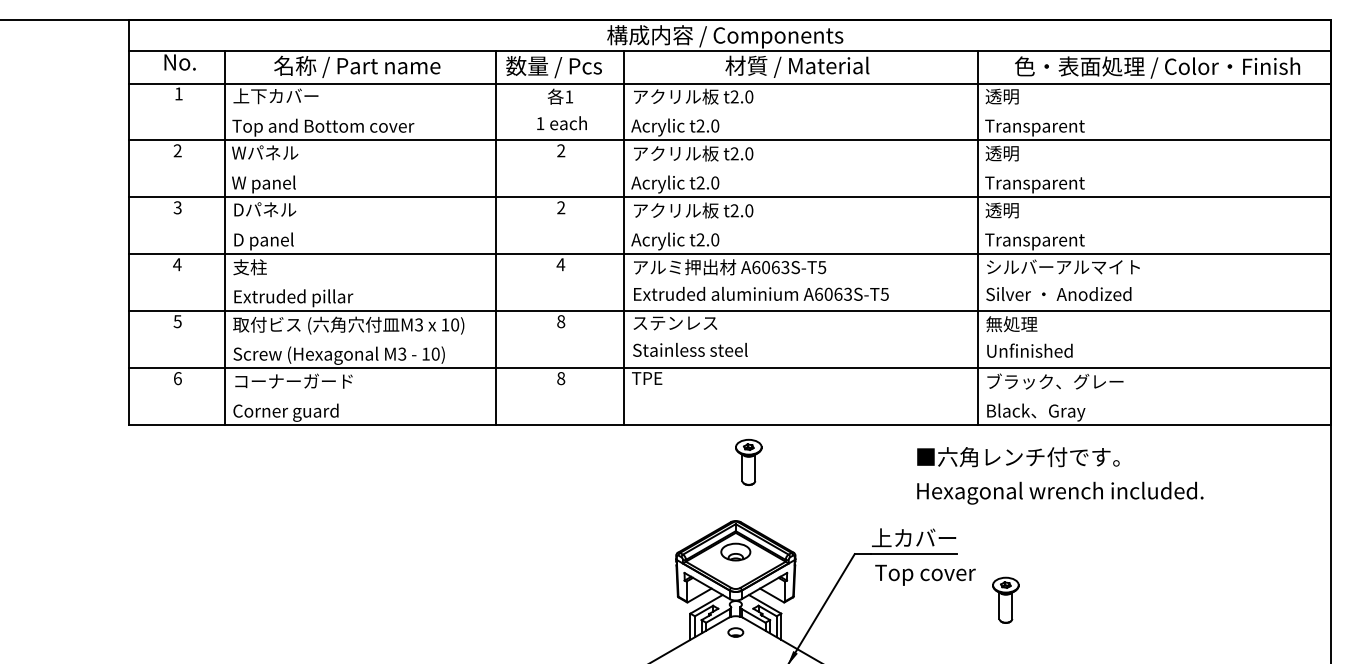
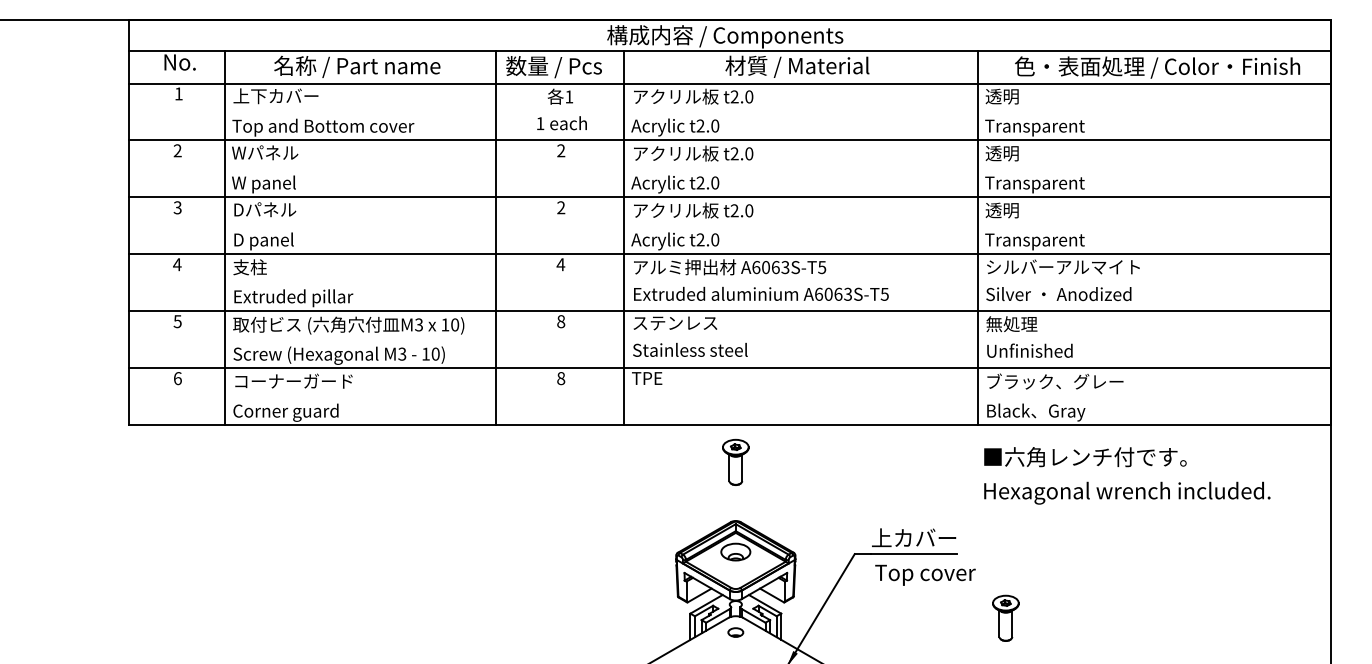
part at (748, 461) position: (748, 461) -> (735, 461)
text at (1060, 475) position: (1060, 475) -> (1127, 475)
part at (1005, 599) position: (1005, 599) -> (1005, 617)
